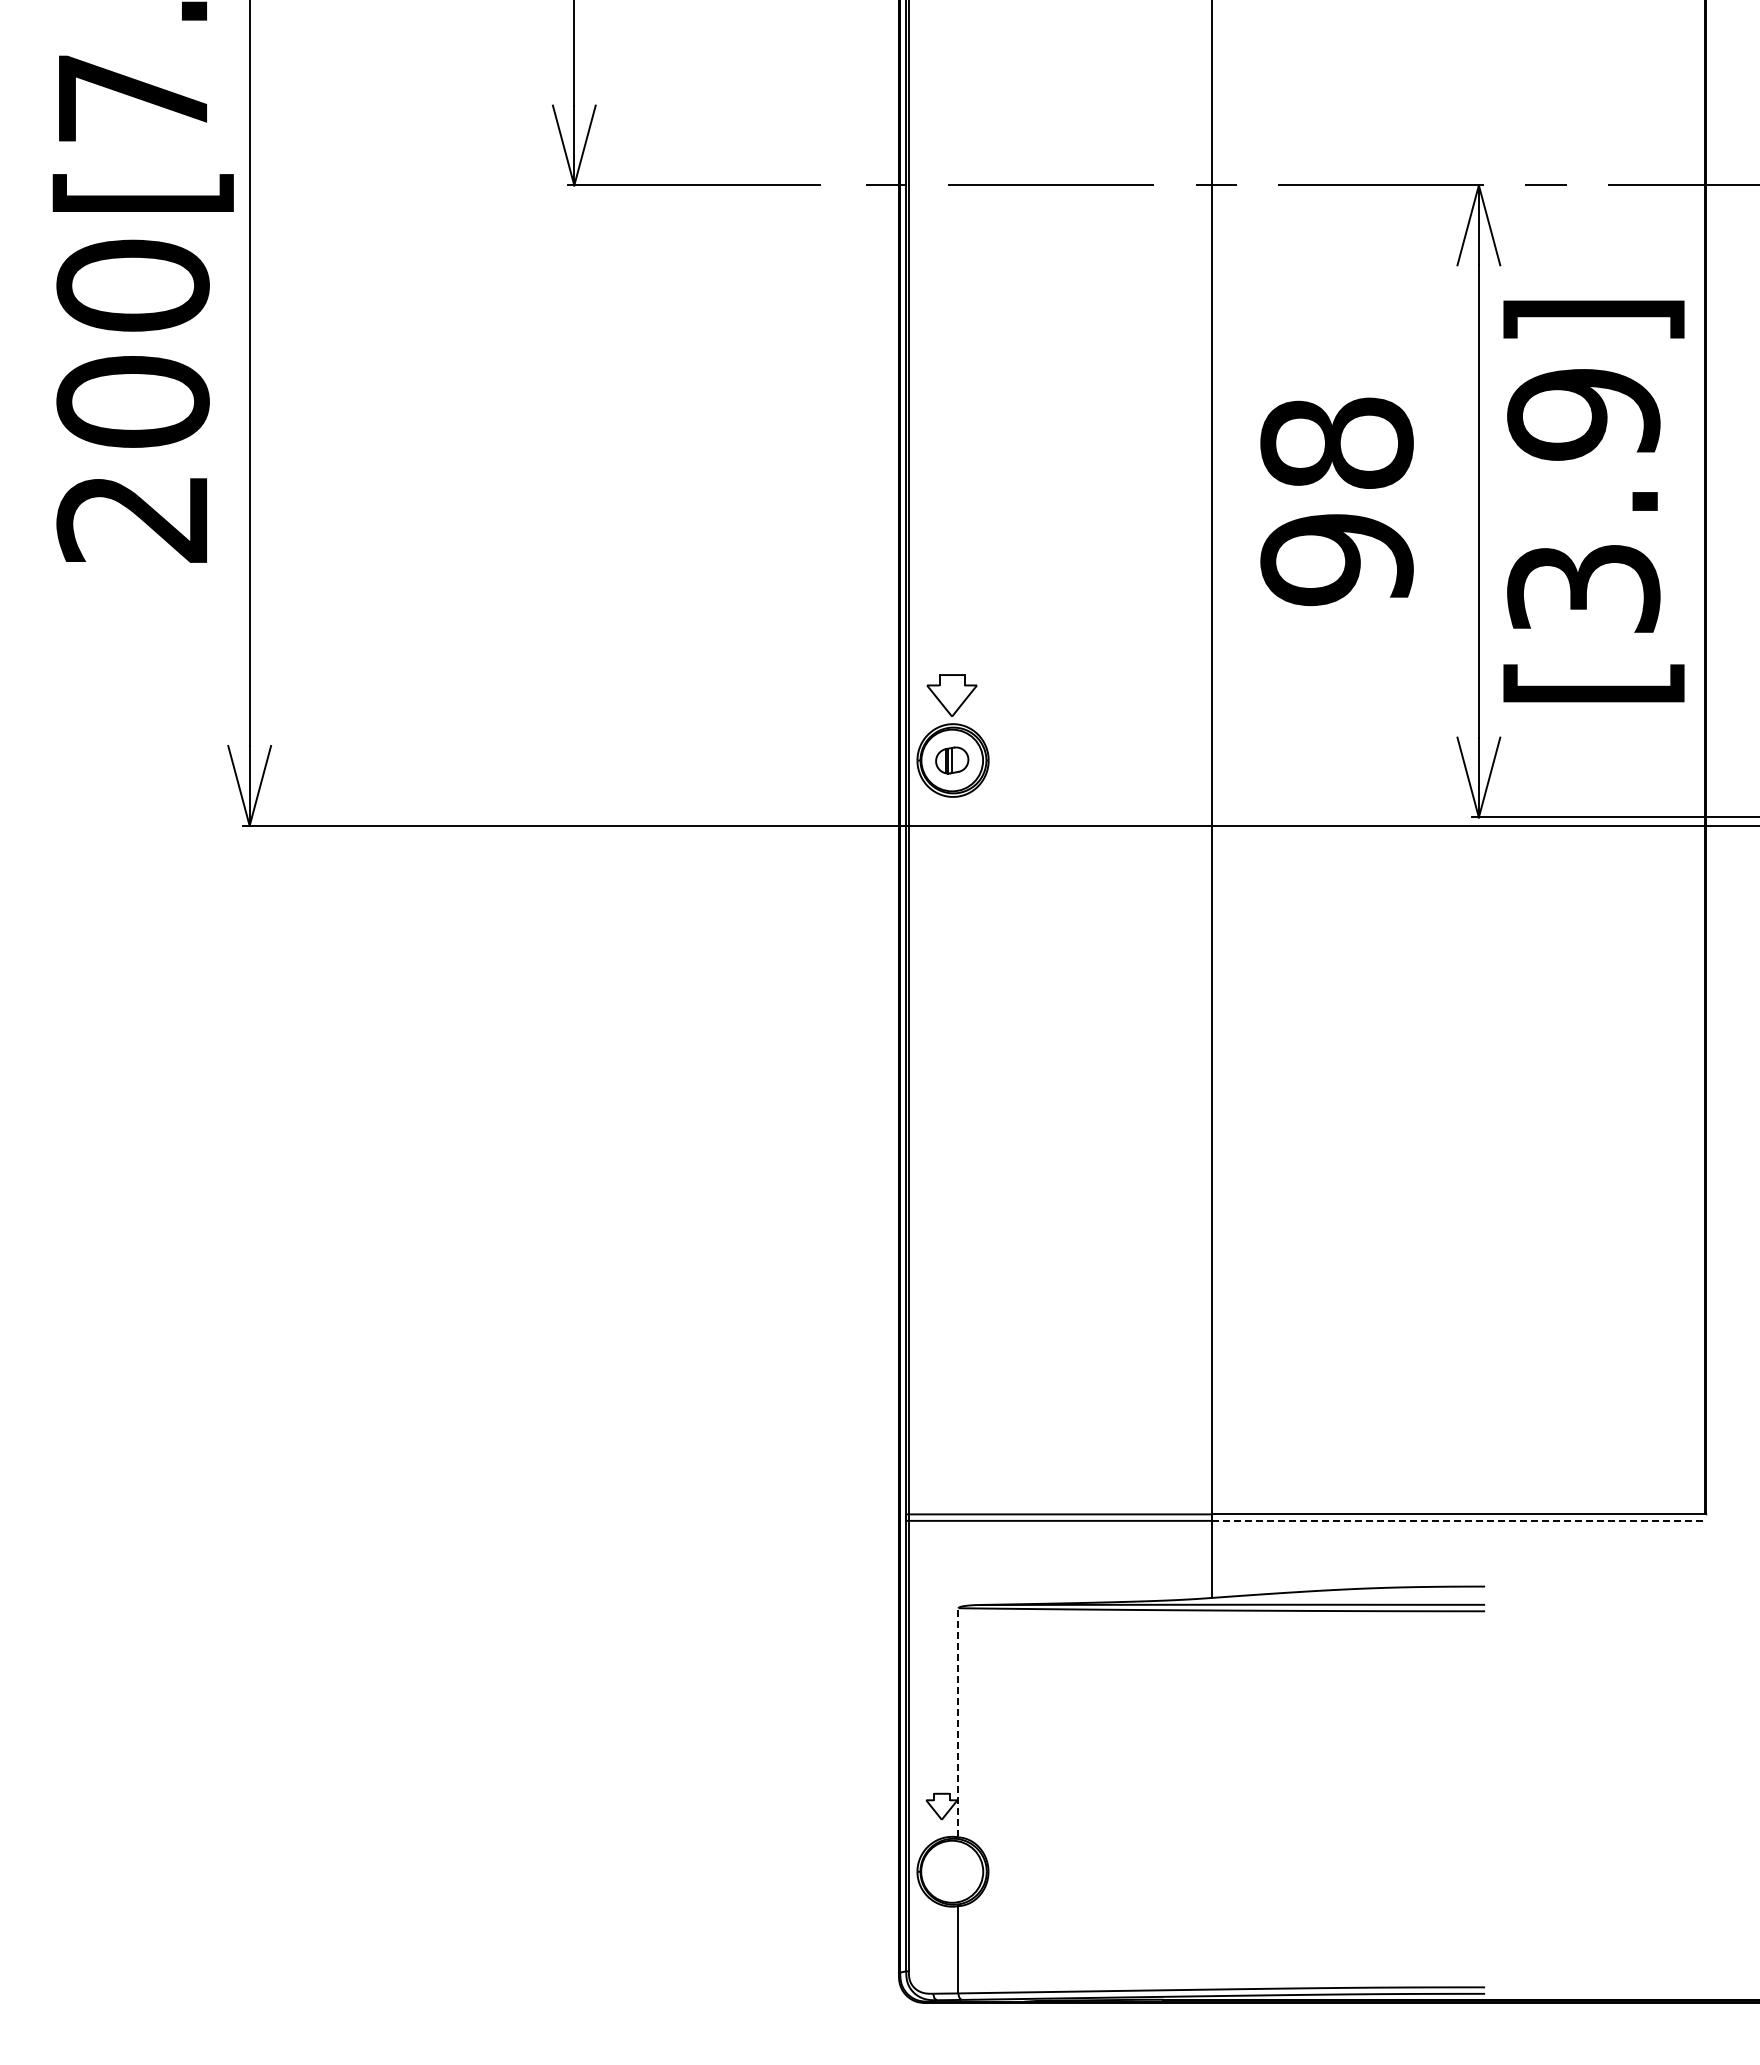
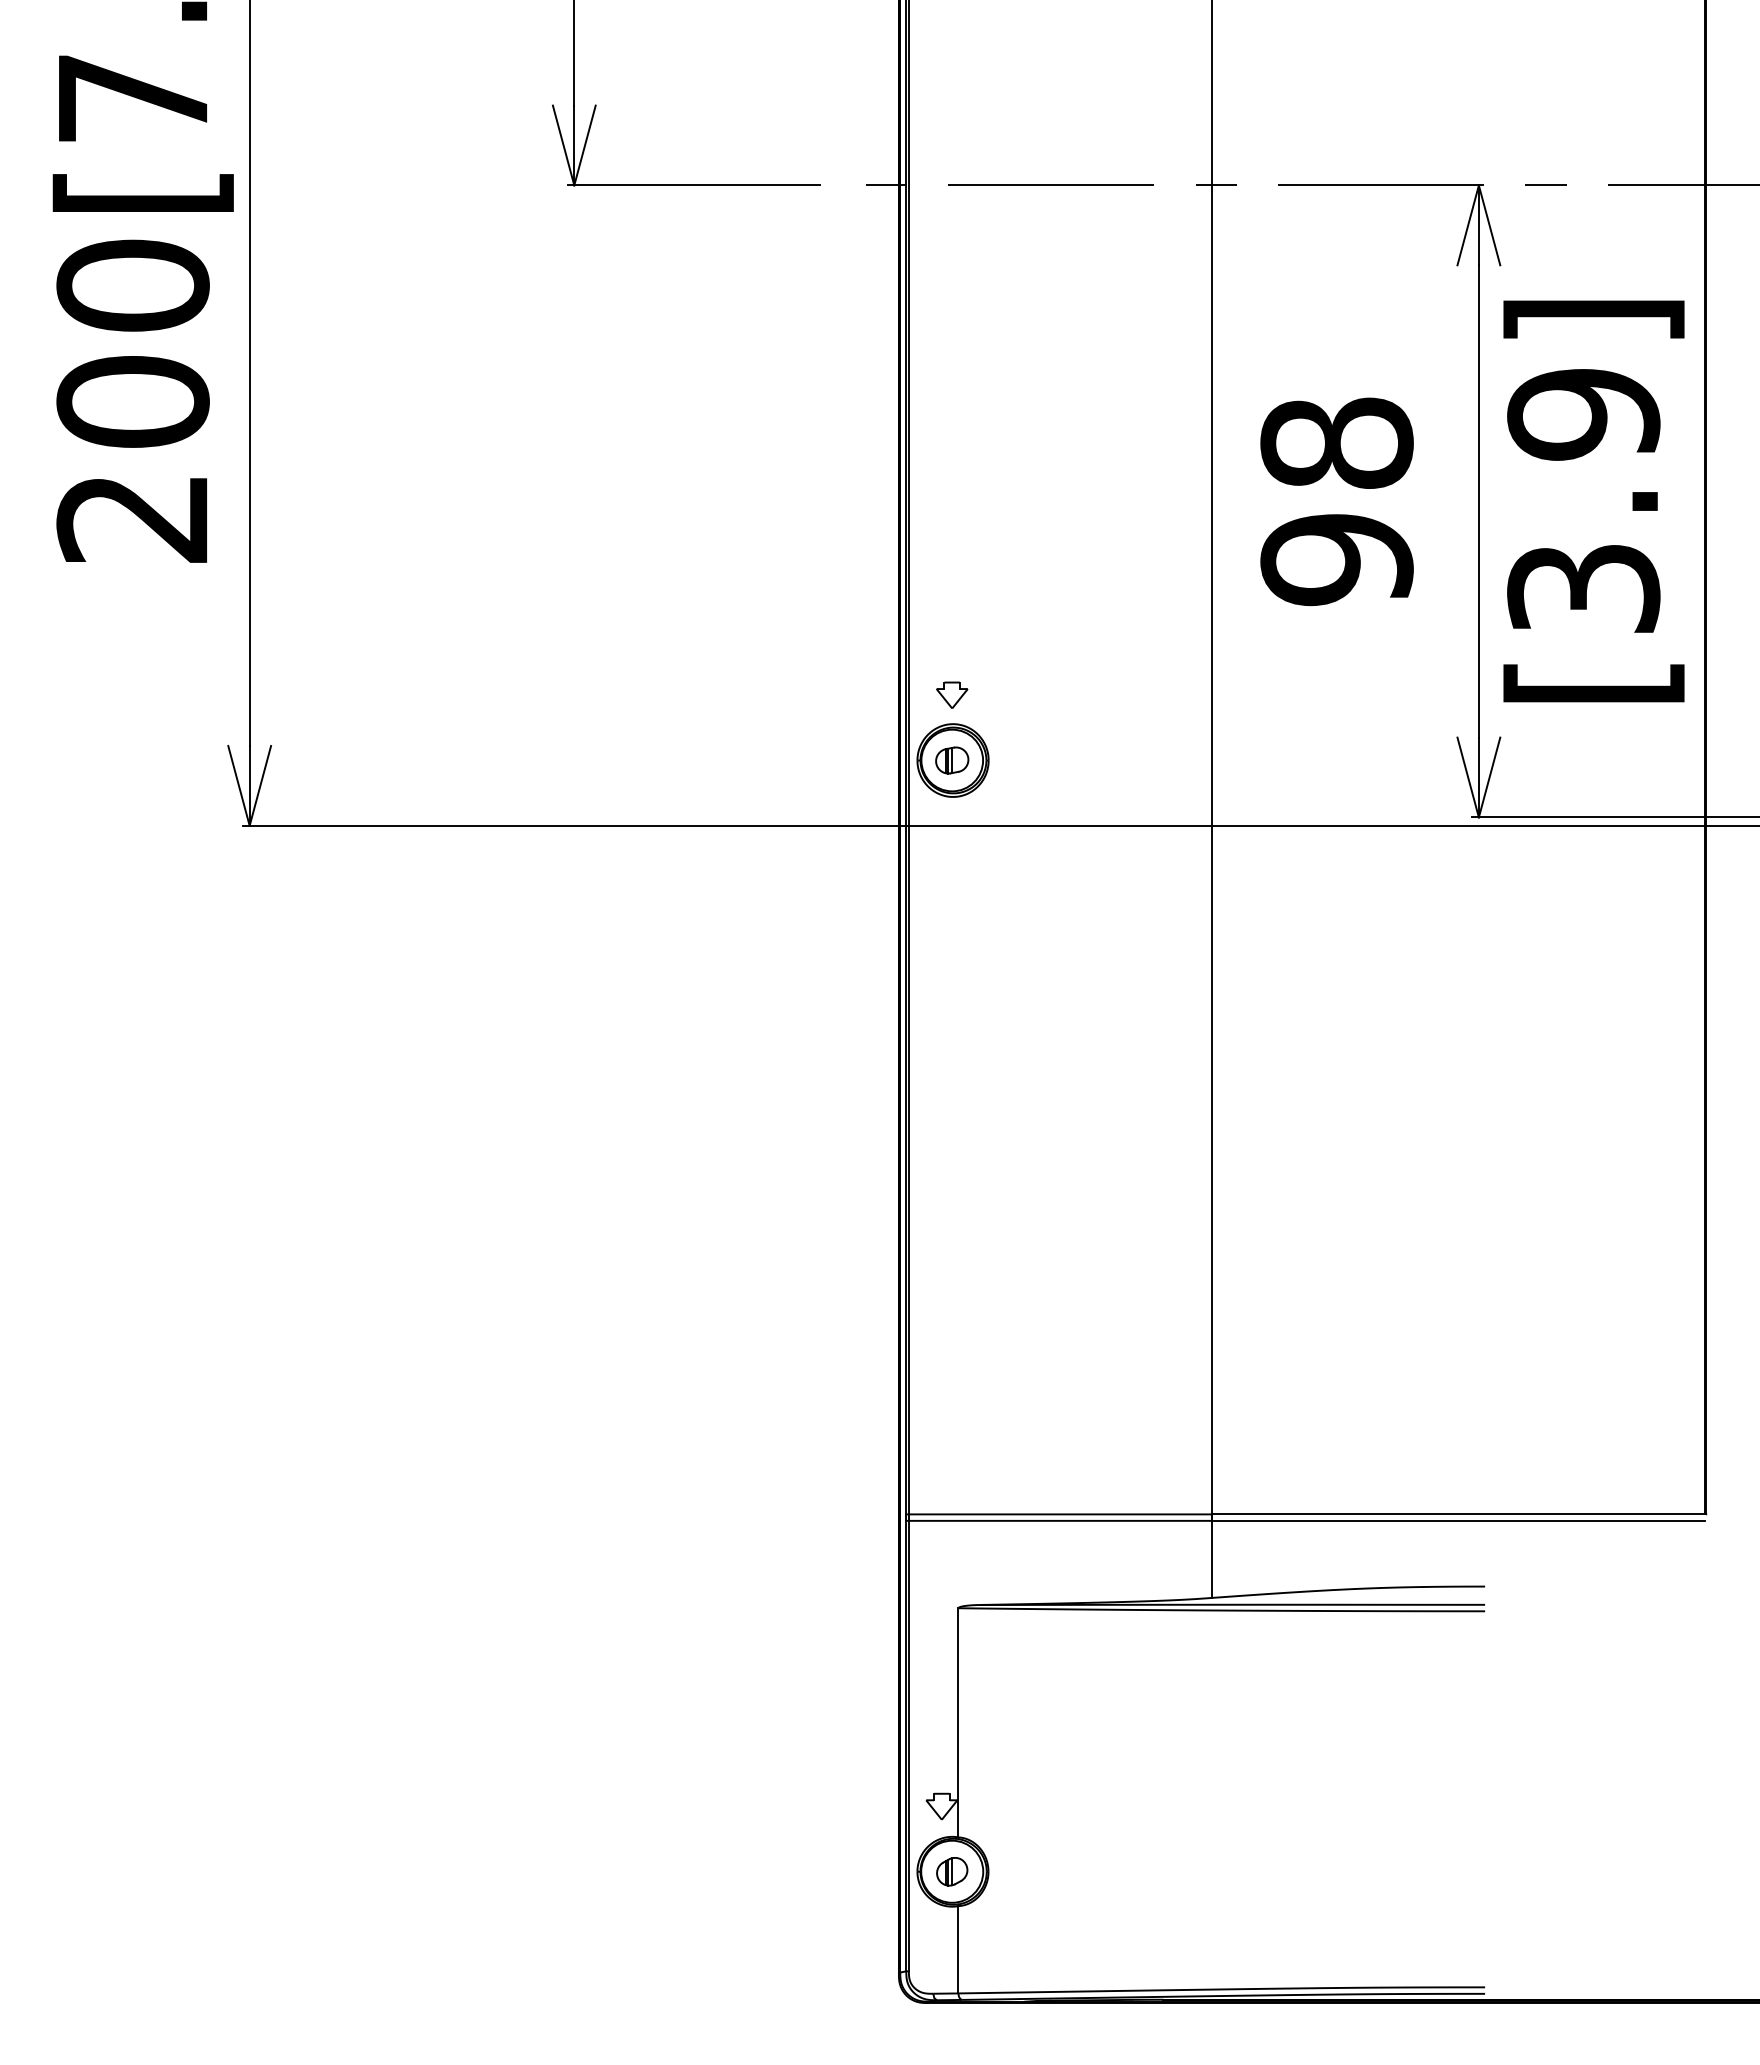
part at (951, 695) size: 52x43 px -> 33x28 px
line at (1458, 1520): dashed -> solid
line at (958, 1722): dashed -> solid
part at (952, 1871): none -> present
